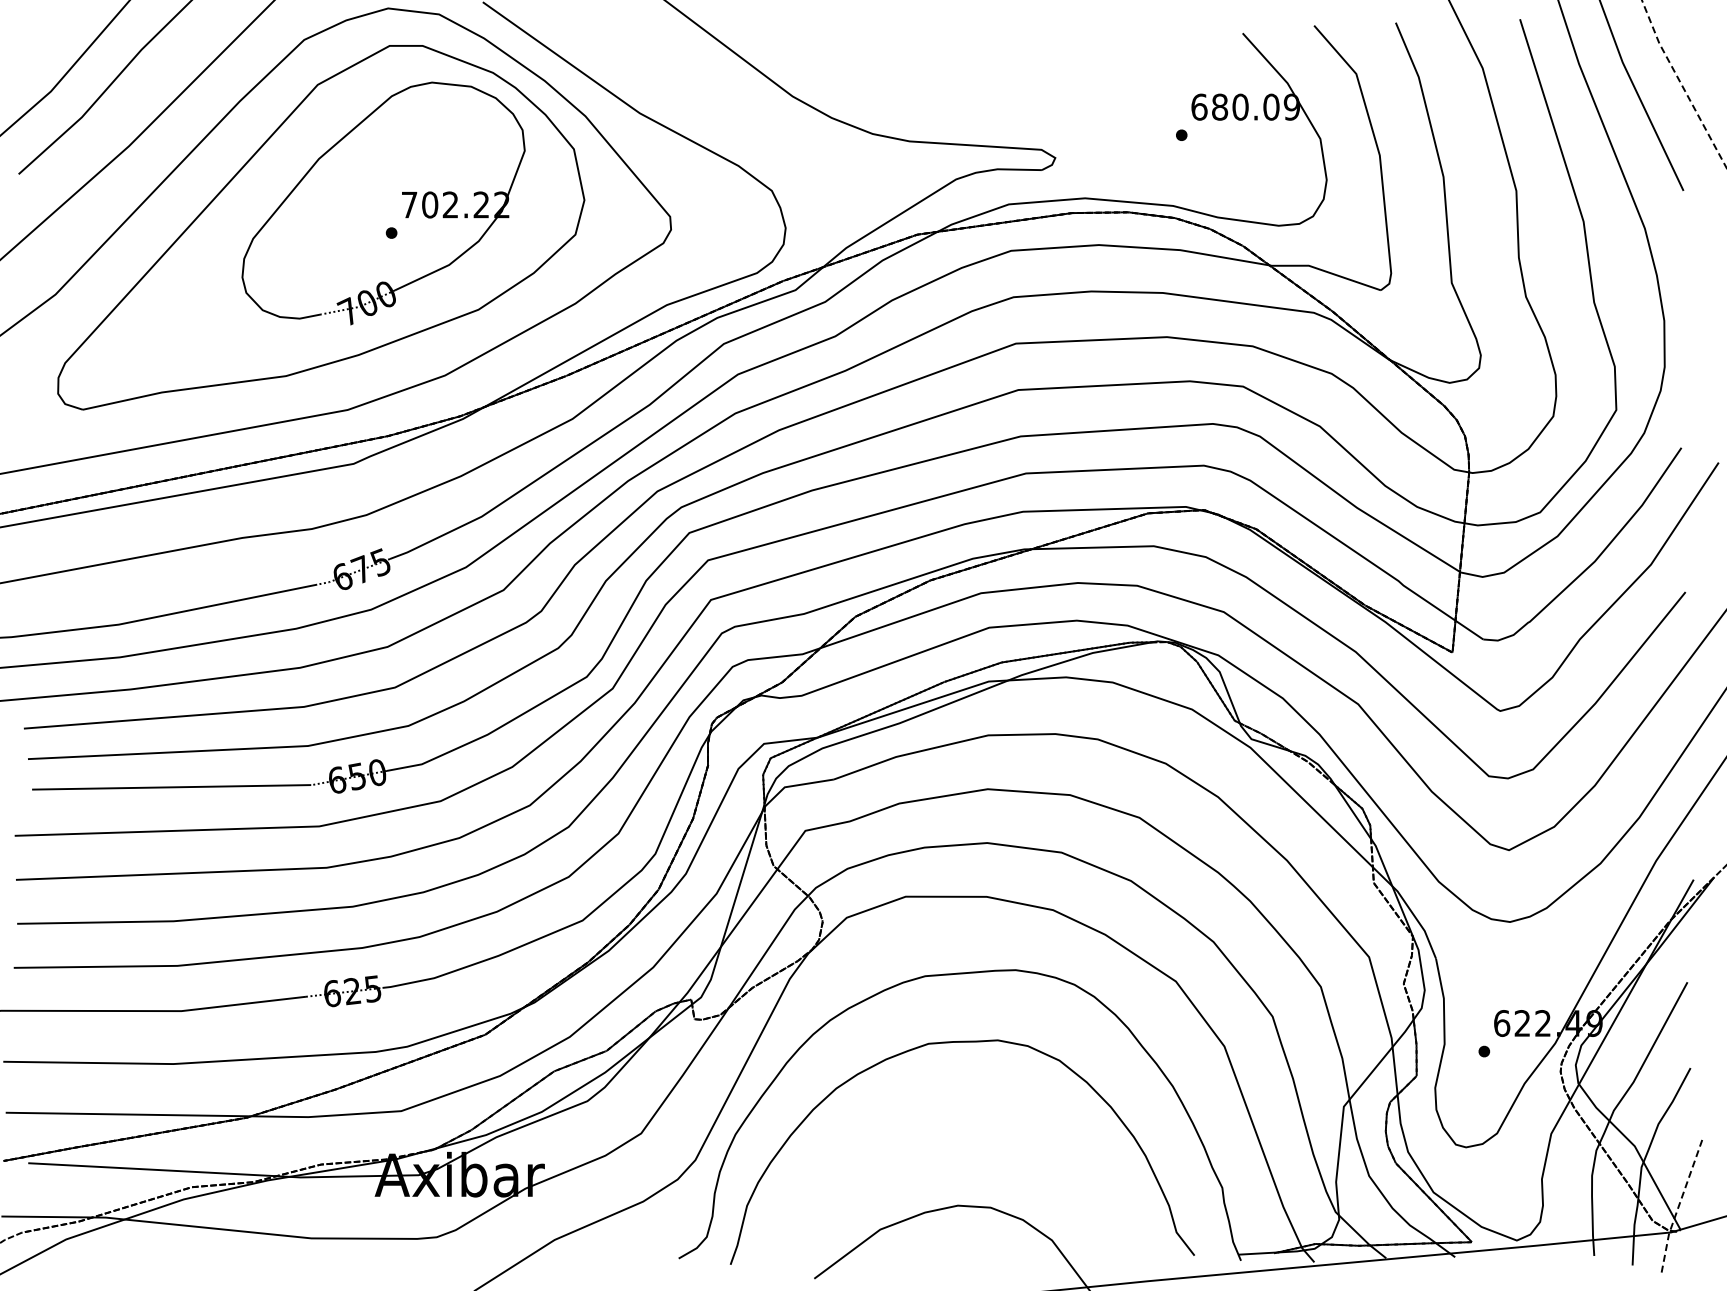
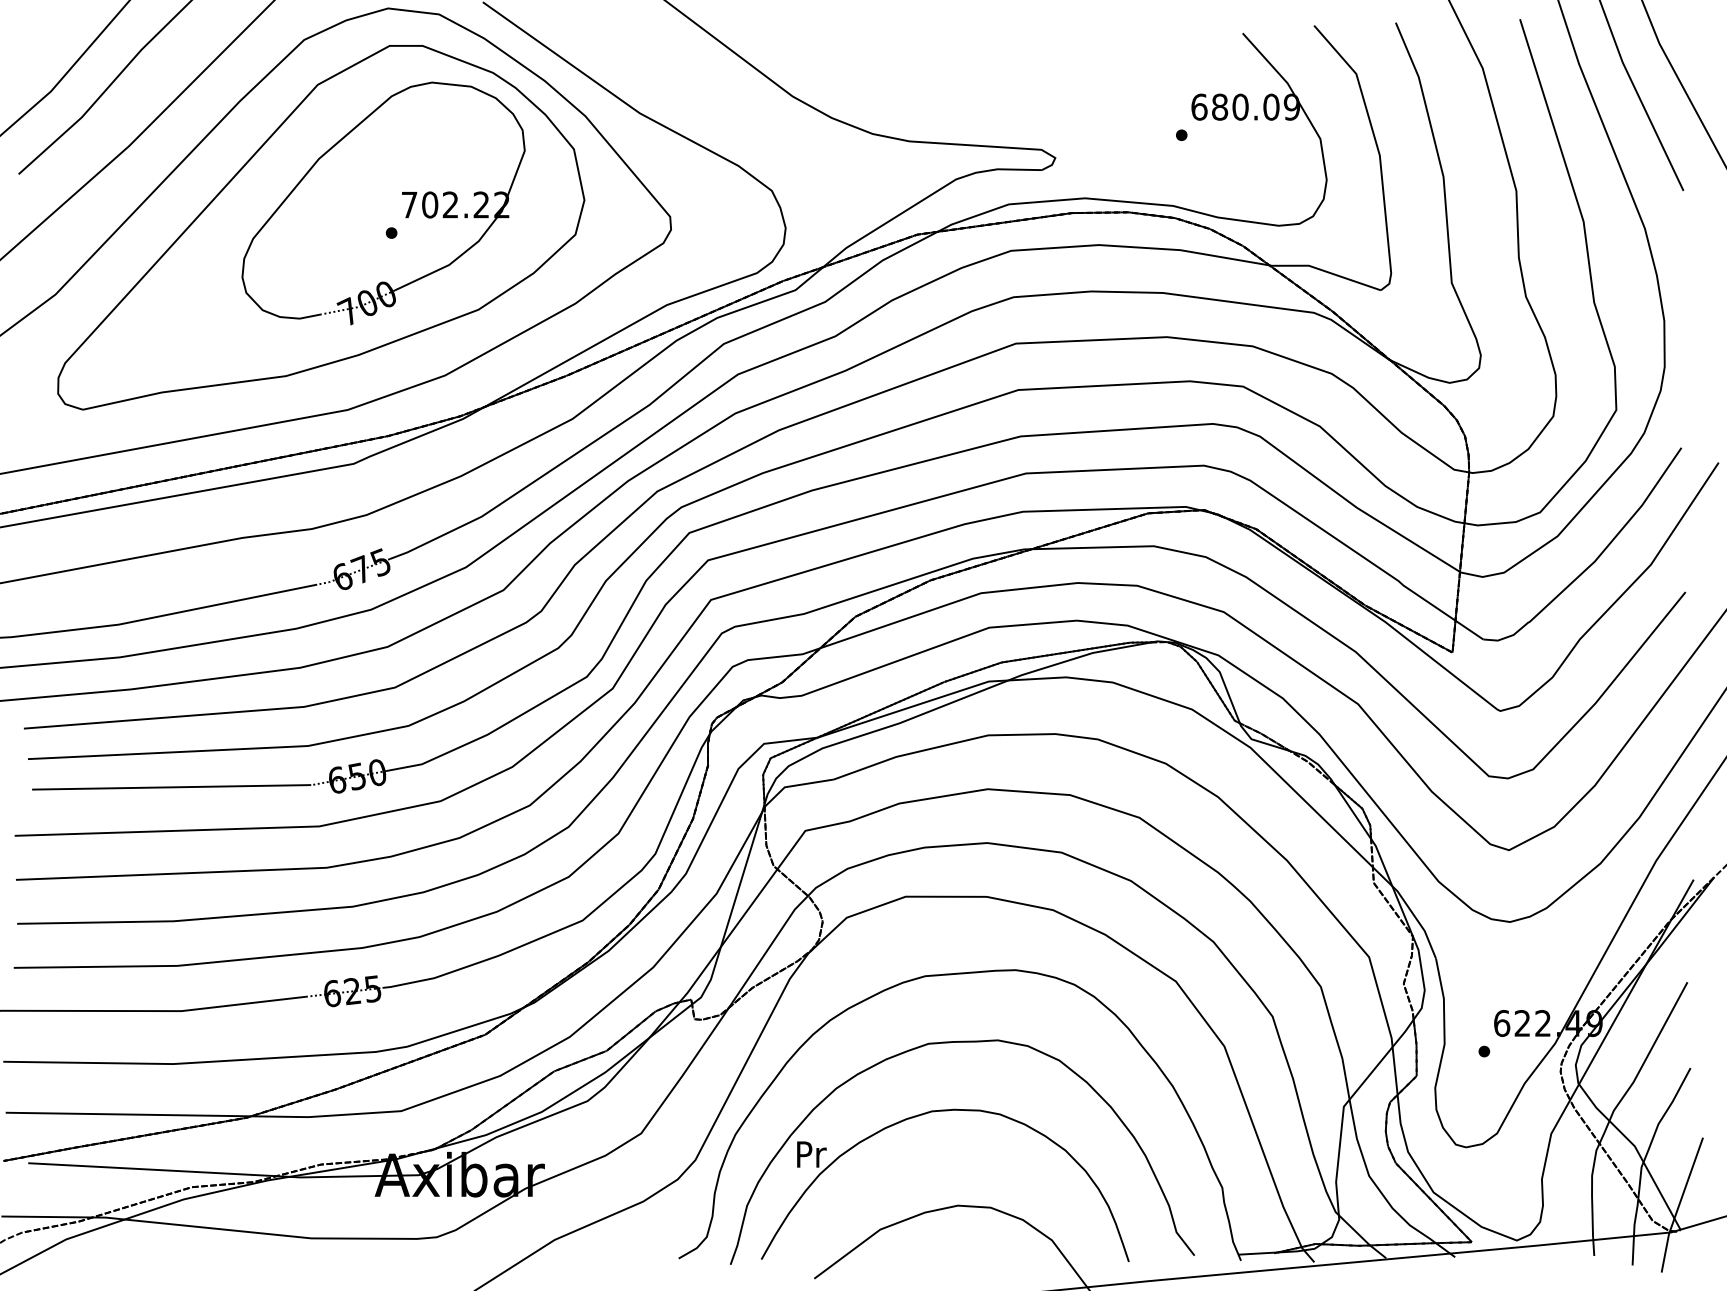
line at (1681, 84): dashed -> solid
part at (922, 1115): none -> present
line at (1679, 1204): dashed -> solid
